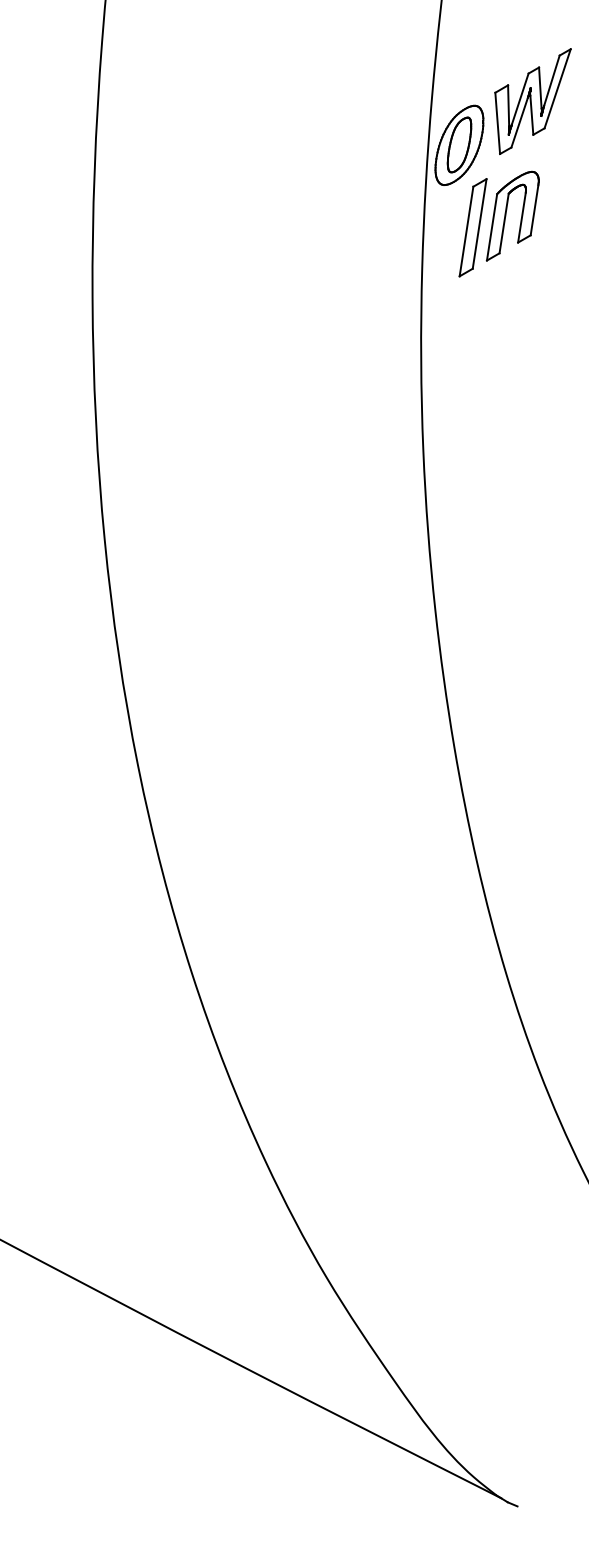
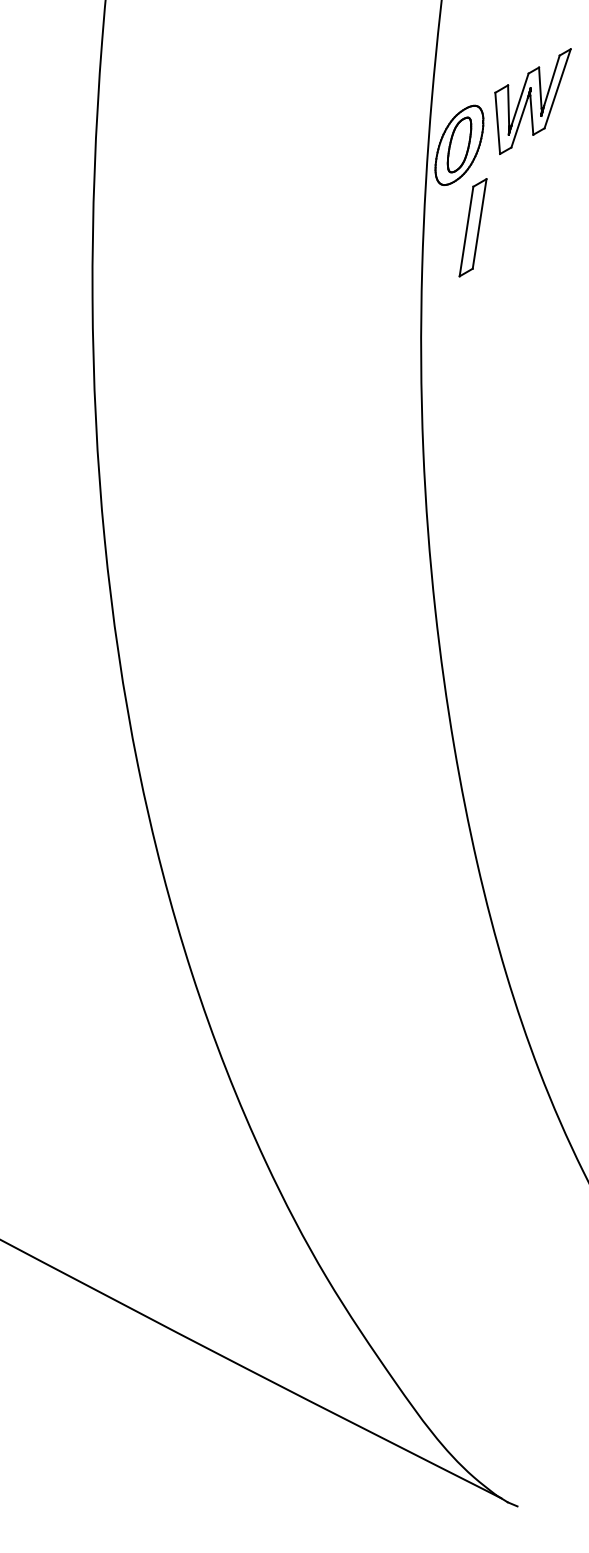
part at (512, 215): present -> none
